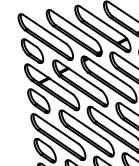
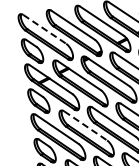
line at (44, 29): solid -> dashed
line at (85, 125): solid -> dashed
